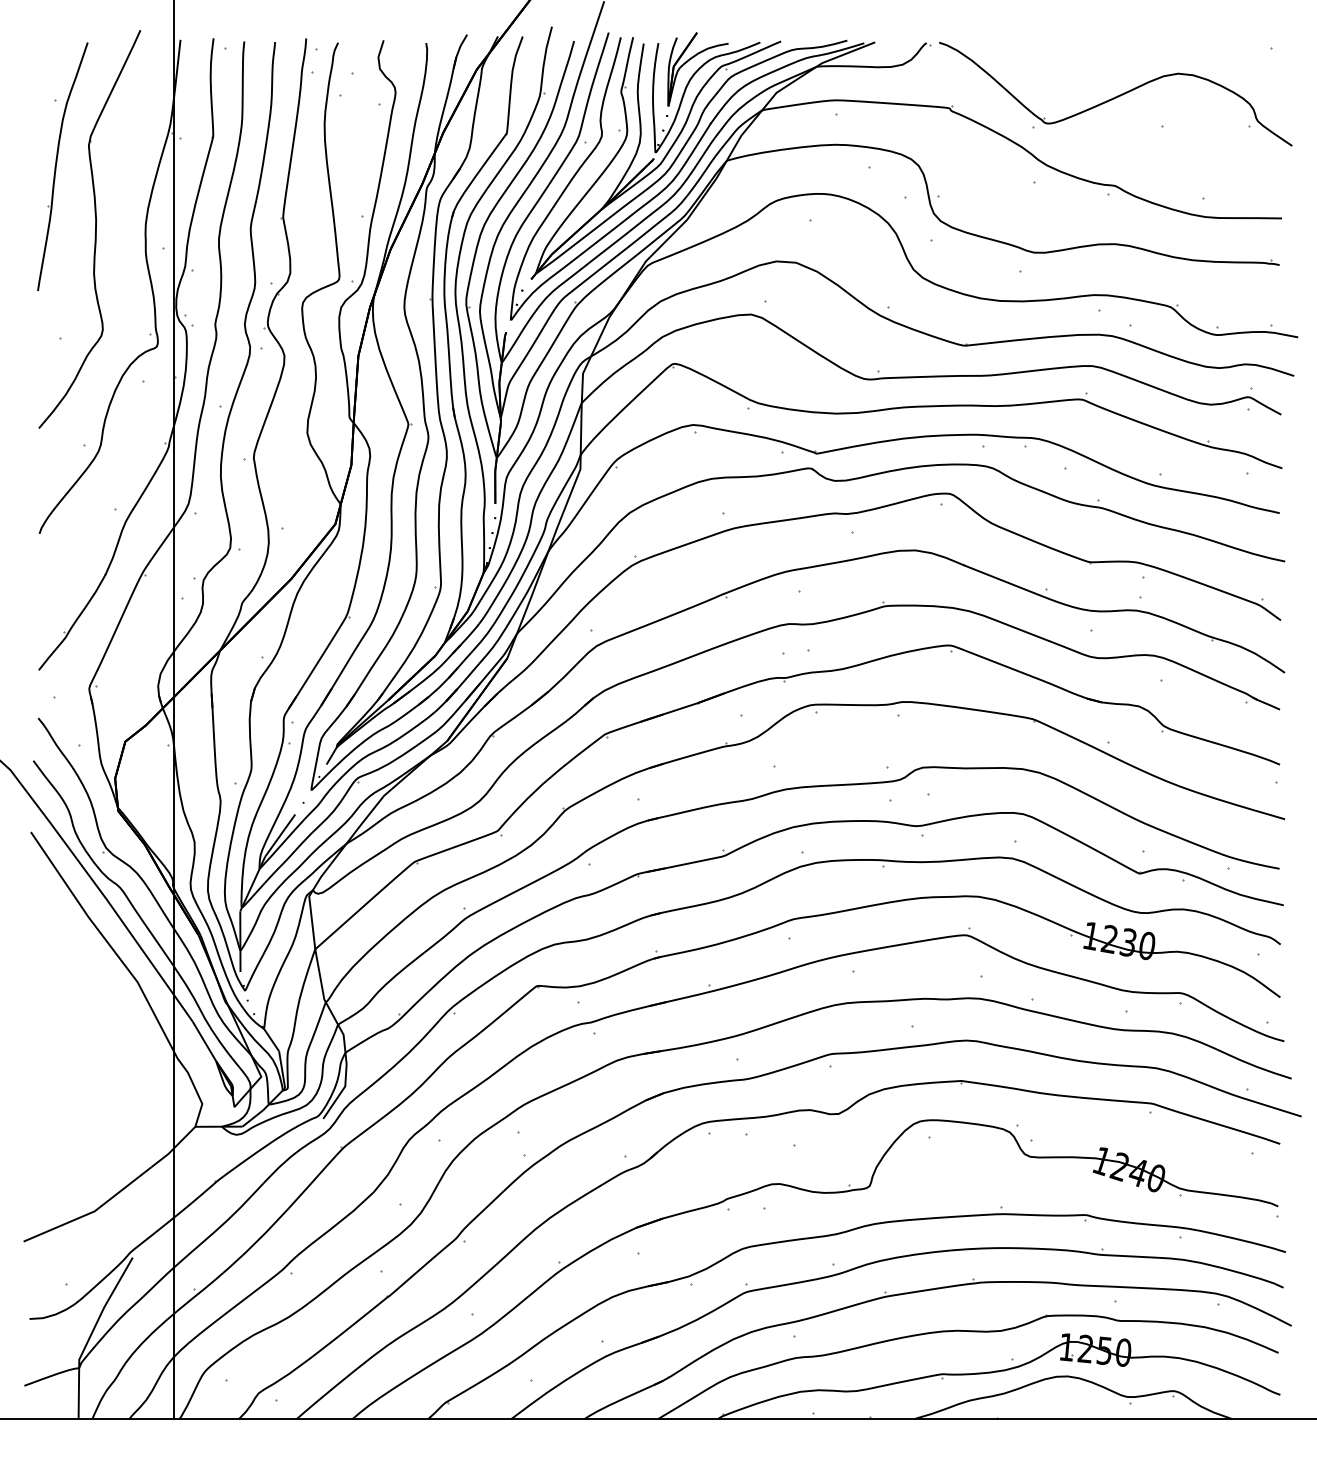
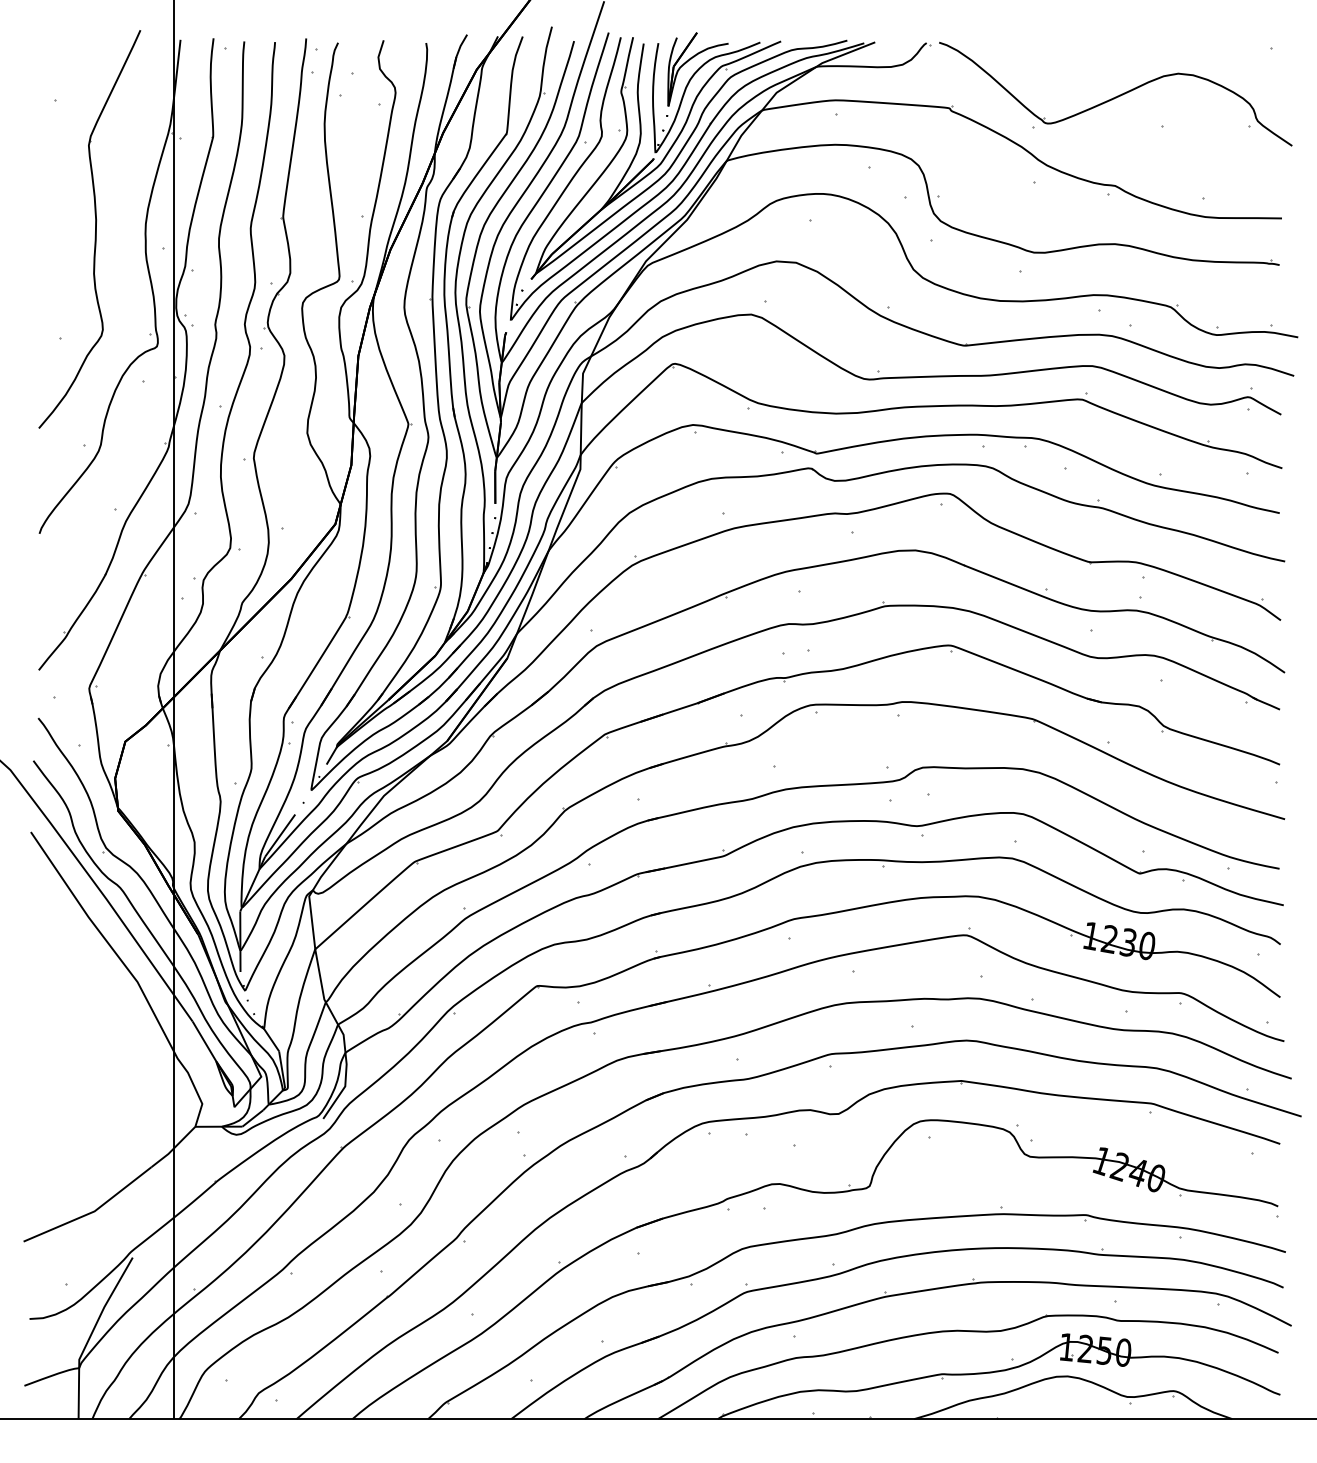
part at (62, 166): present -> none
